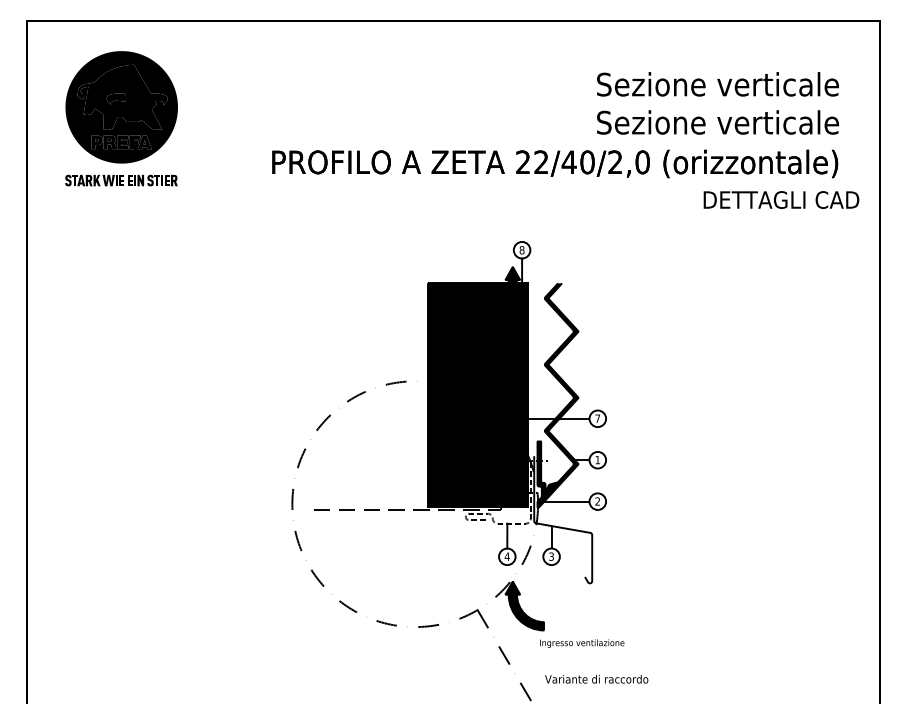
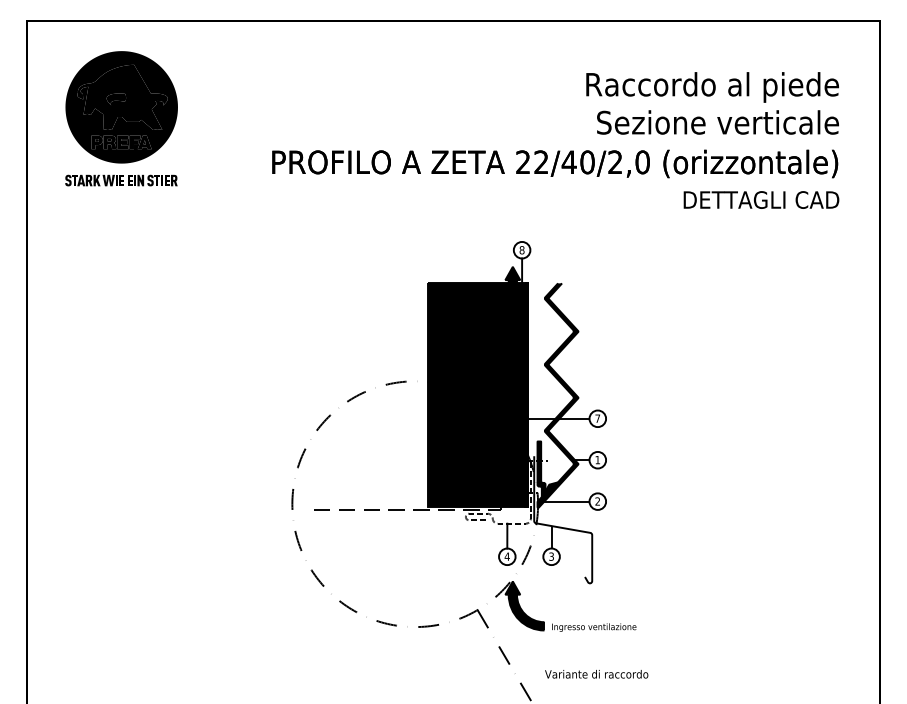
text at (701, 87): Sezione verticale -> Raccordo al piede
text at (781, 199) position: (781, 199) -> (761, 199)
text at (582, 643) position: (582, 643) -> (594, 627)
text at (596, 679) position: (596, 679) -> (596, 674)
